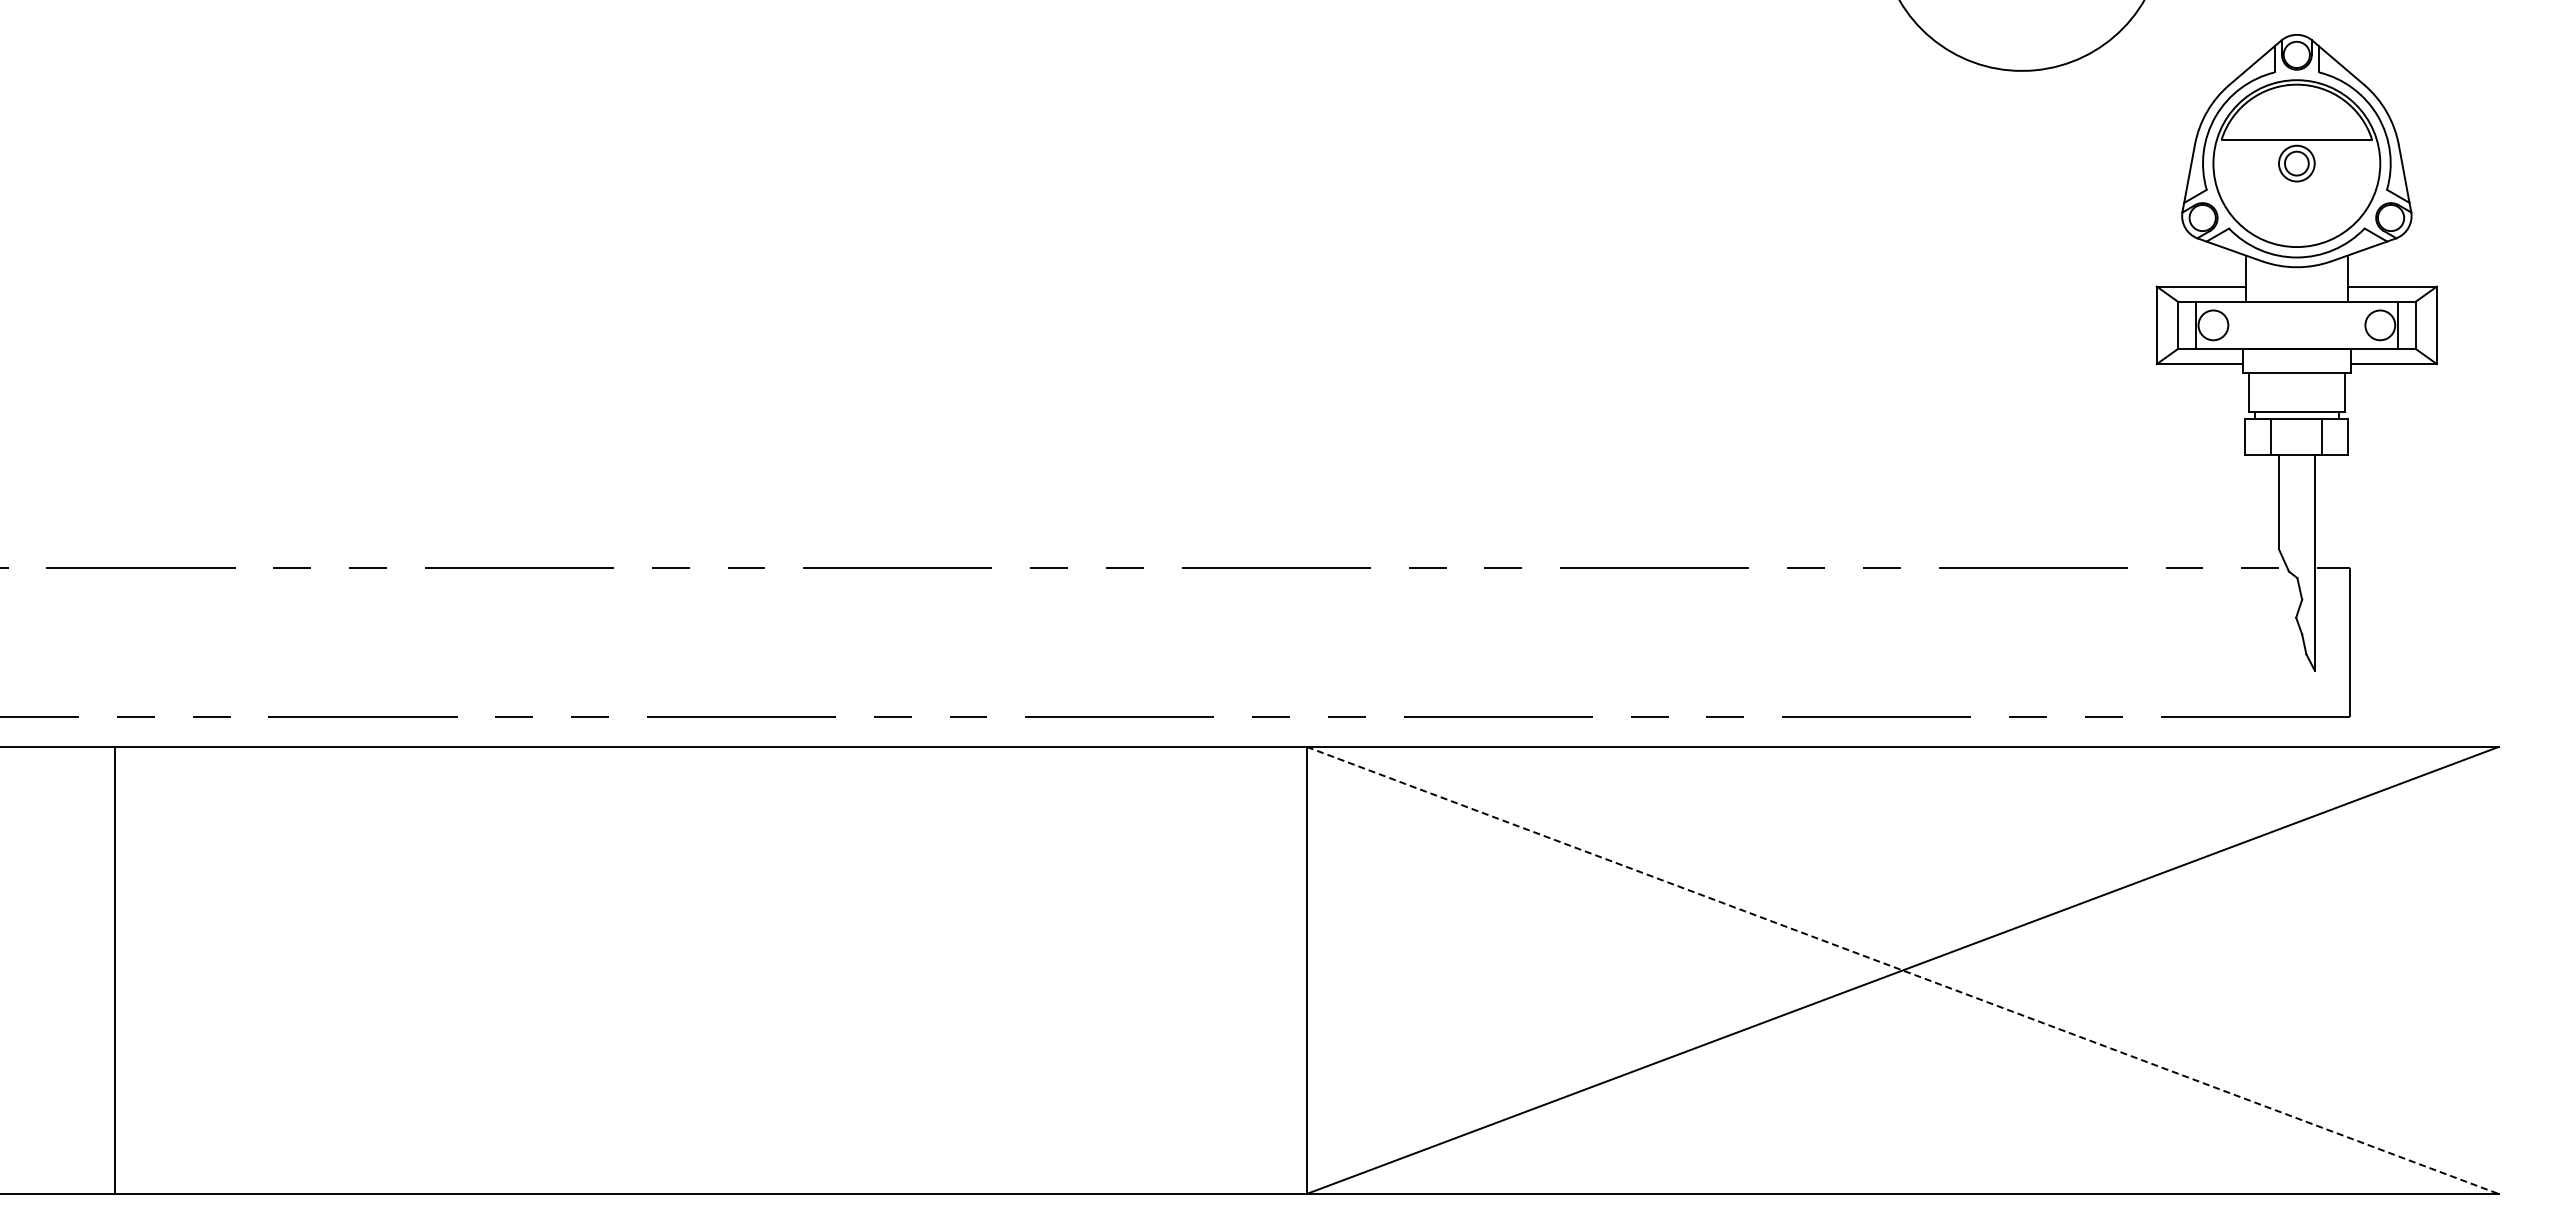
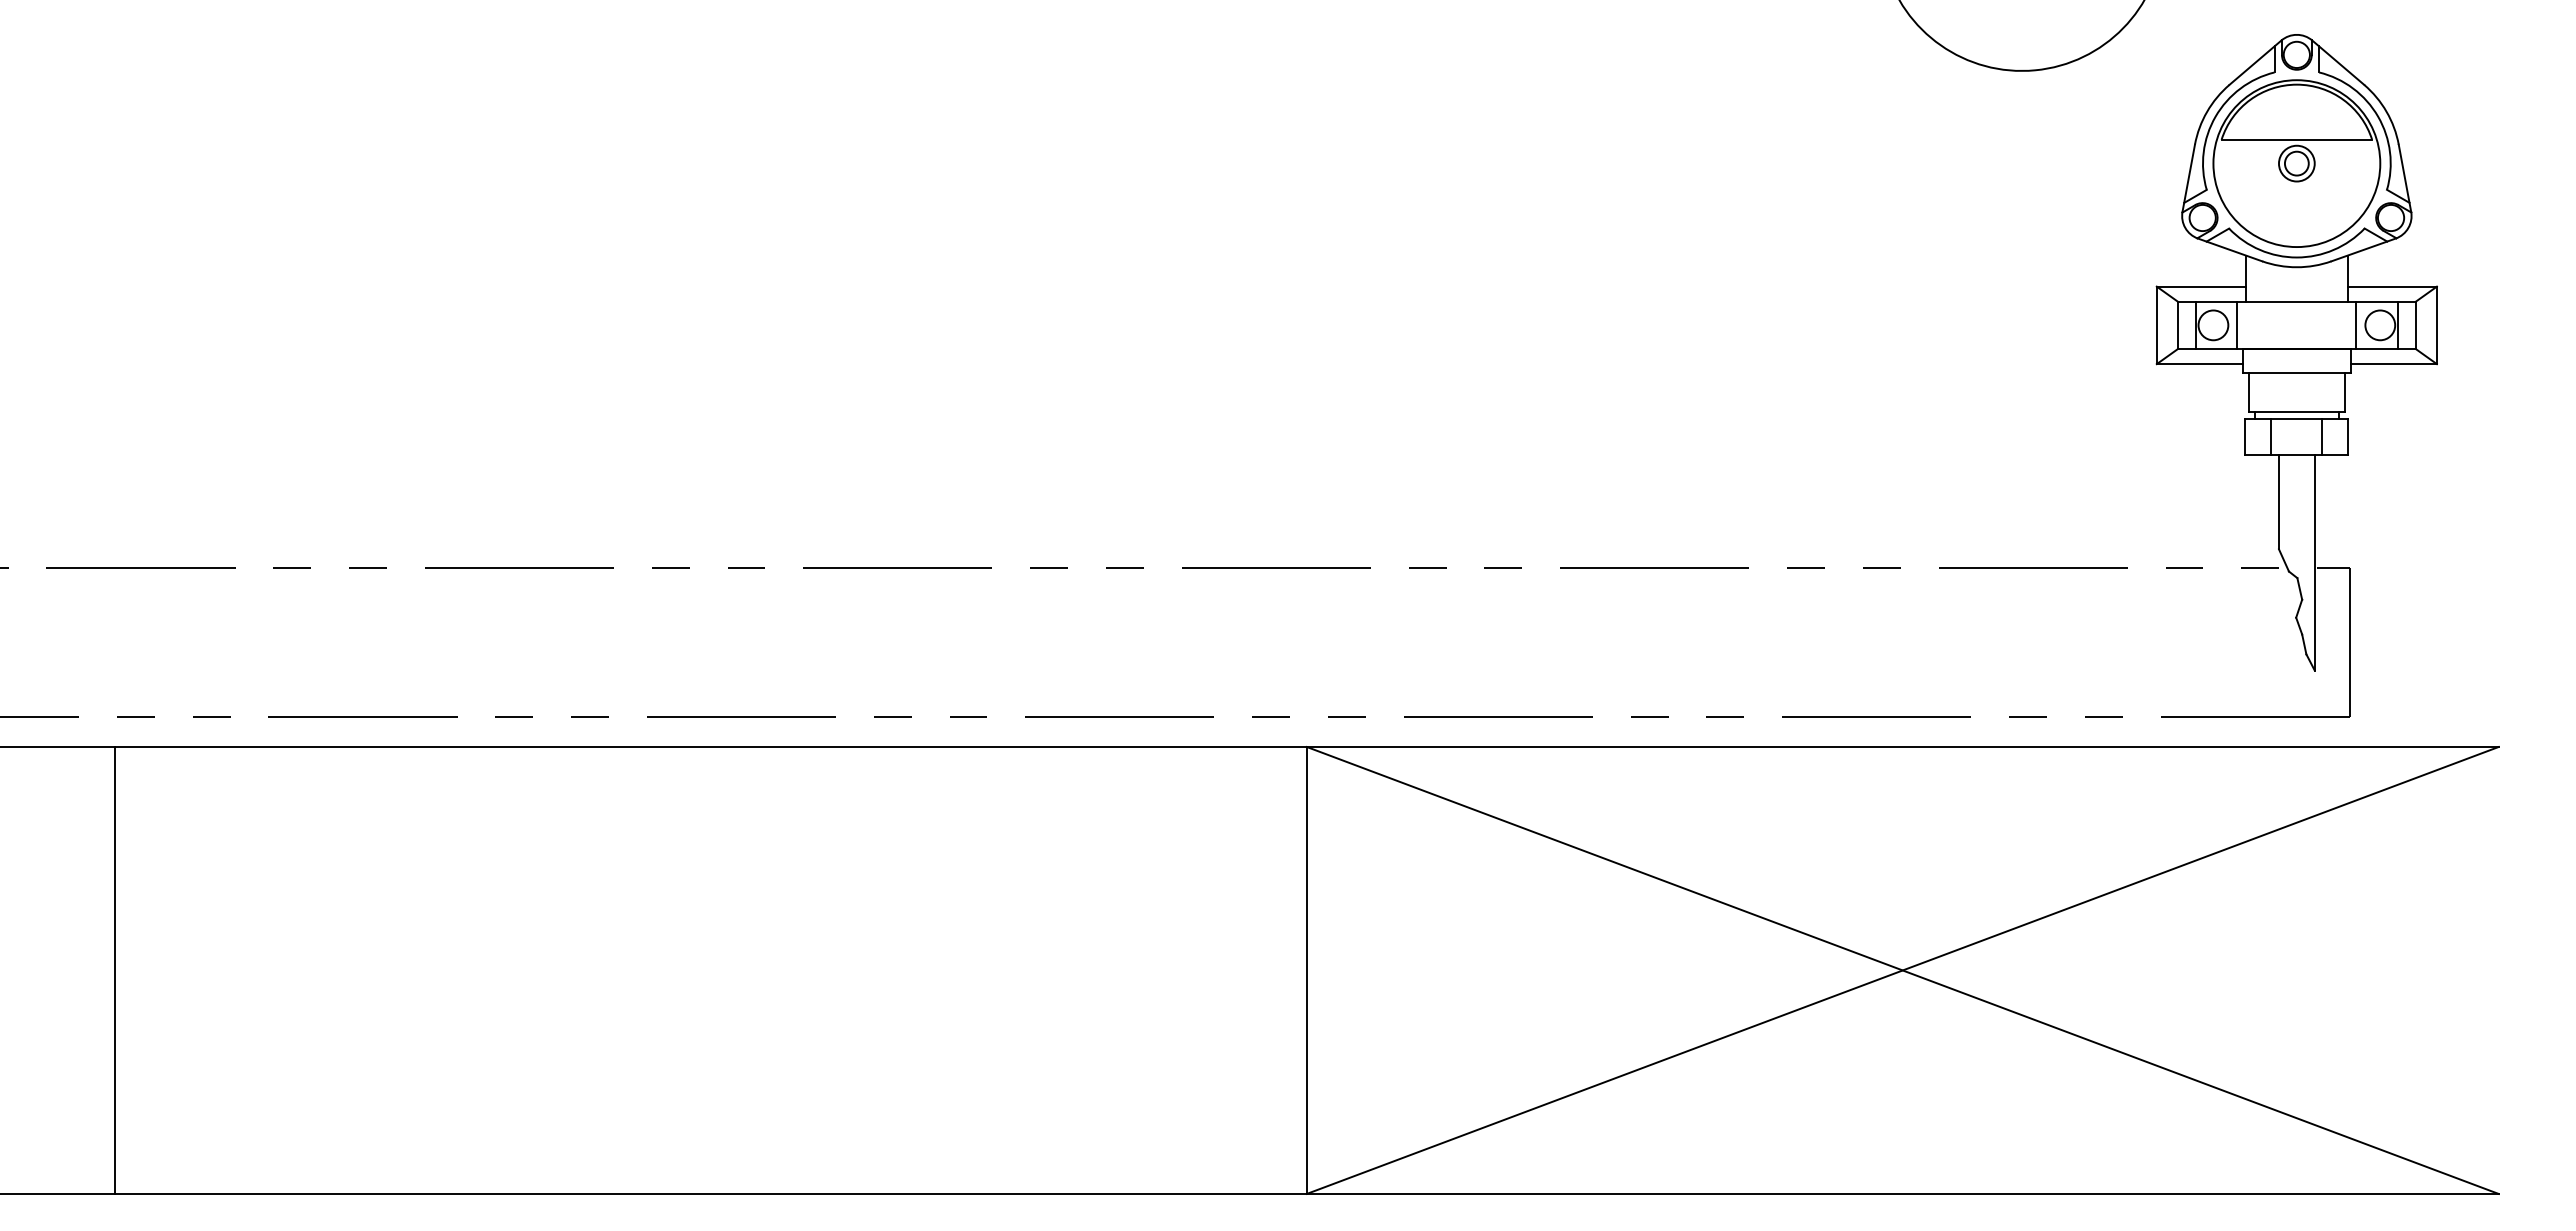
line at (2237, 325): none -> present
line at (2356, 325): none -> present
line at (1903, 970): dashed -> solid
